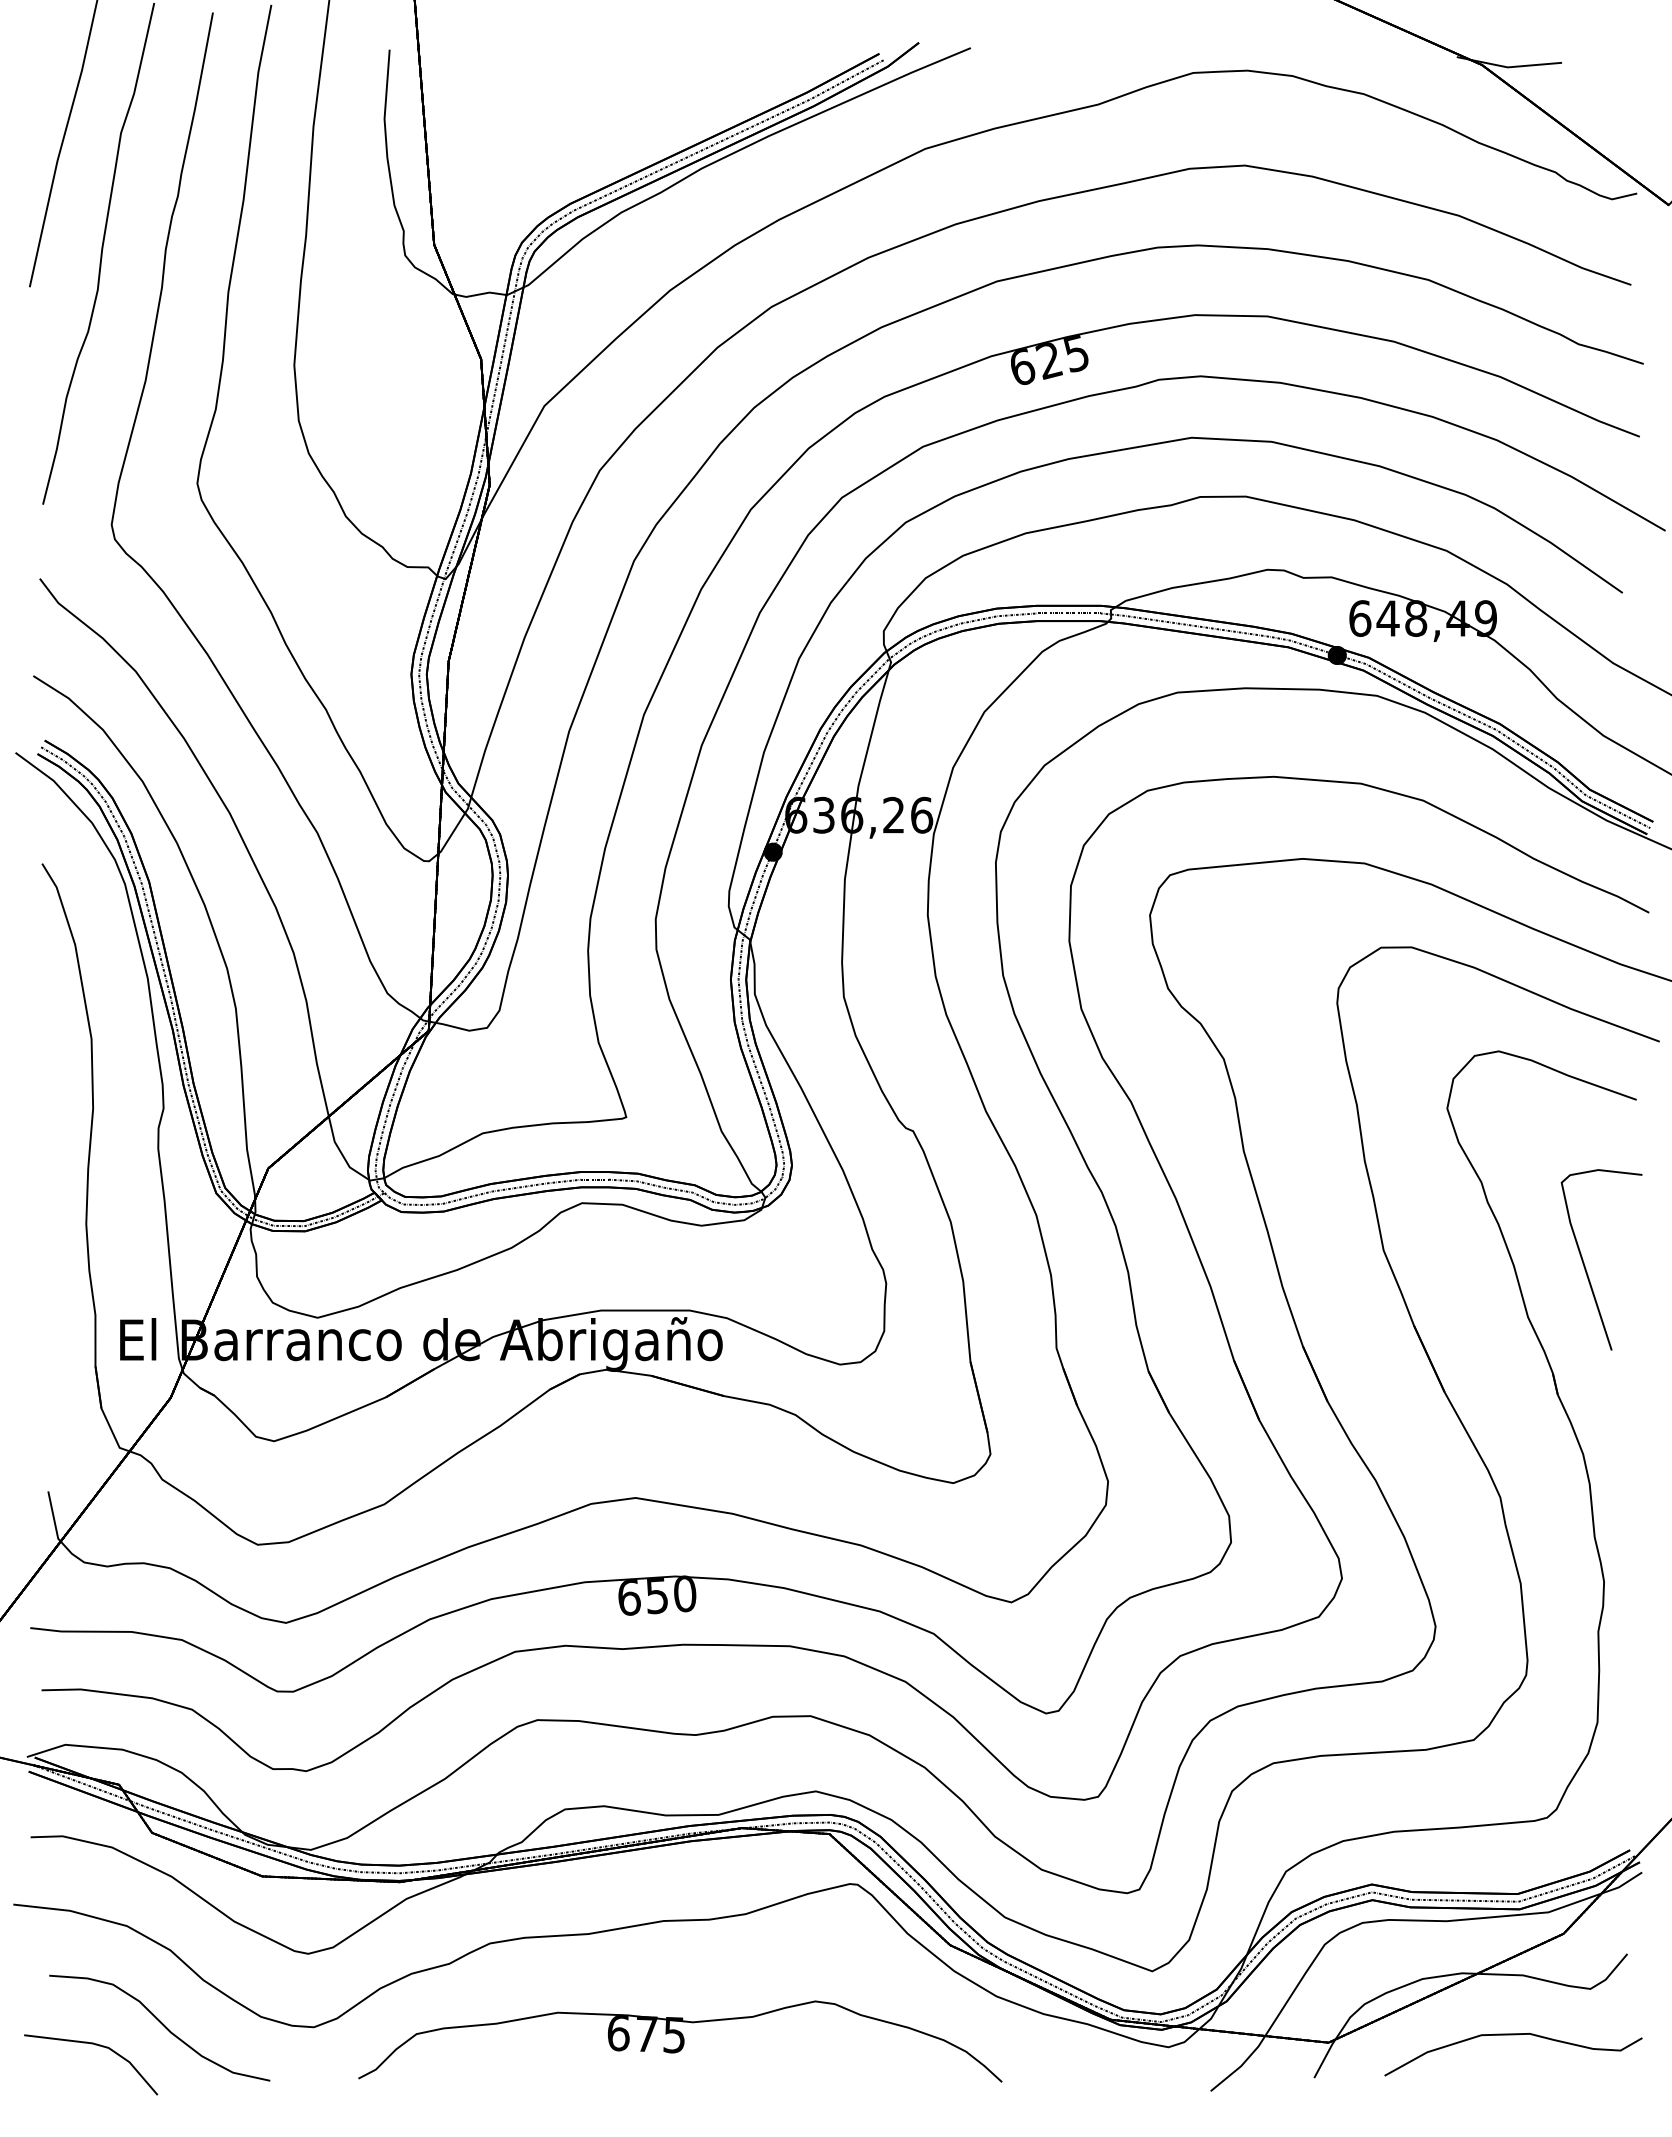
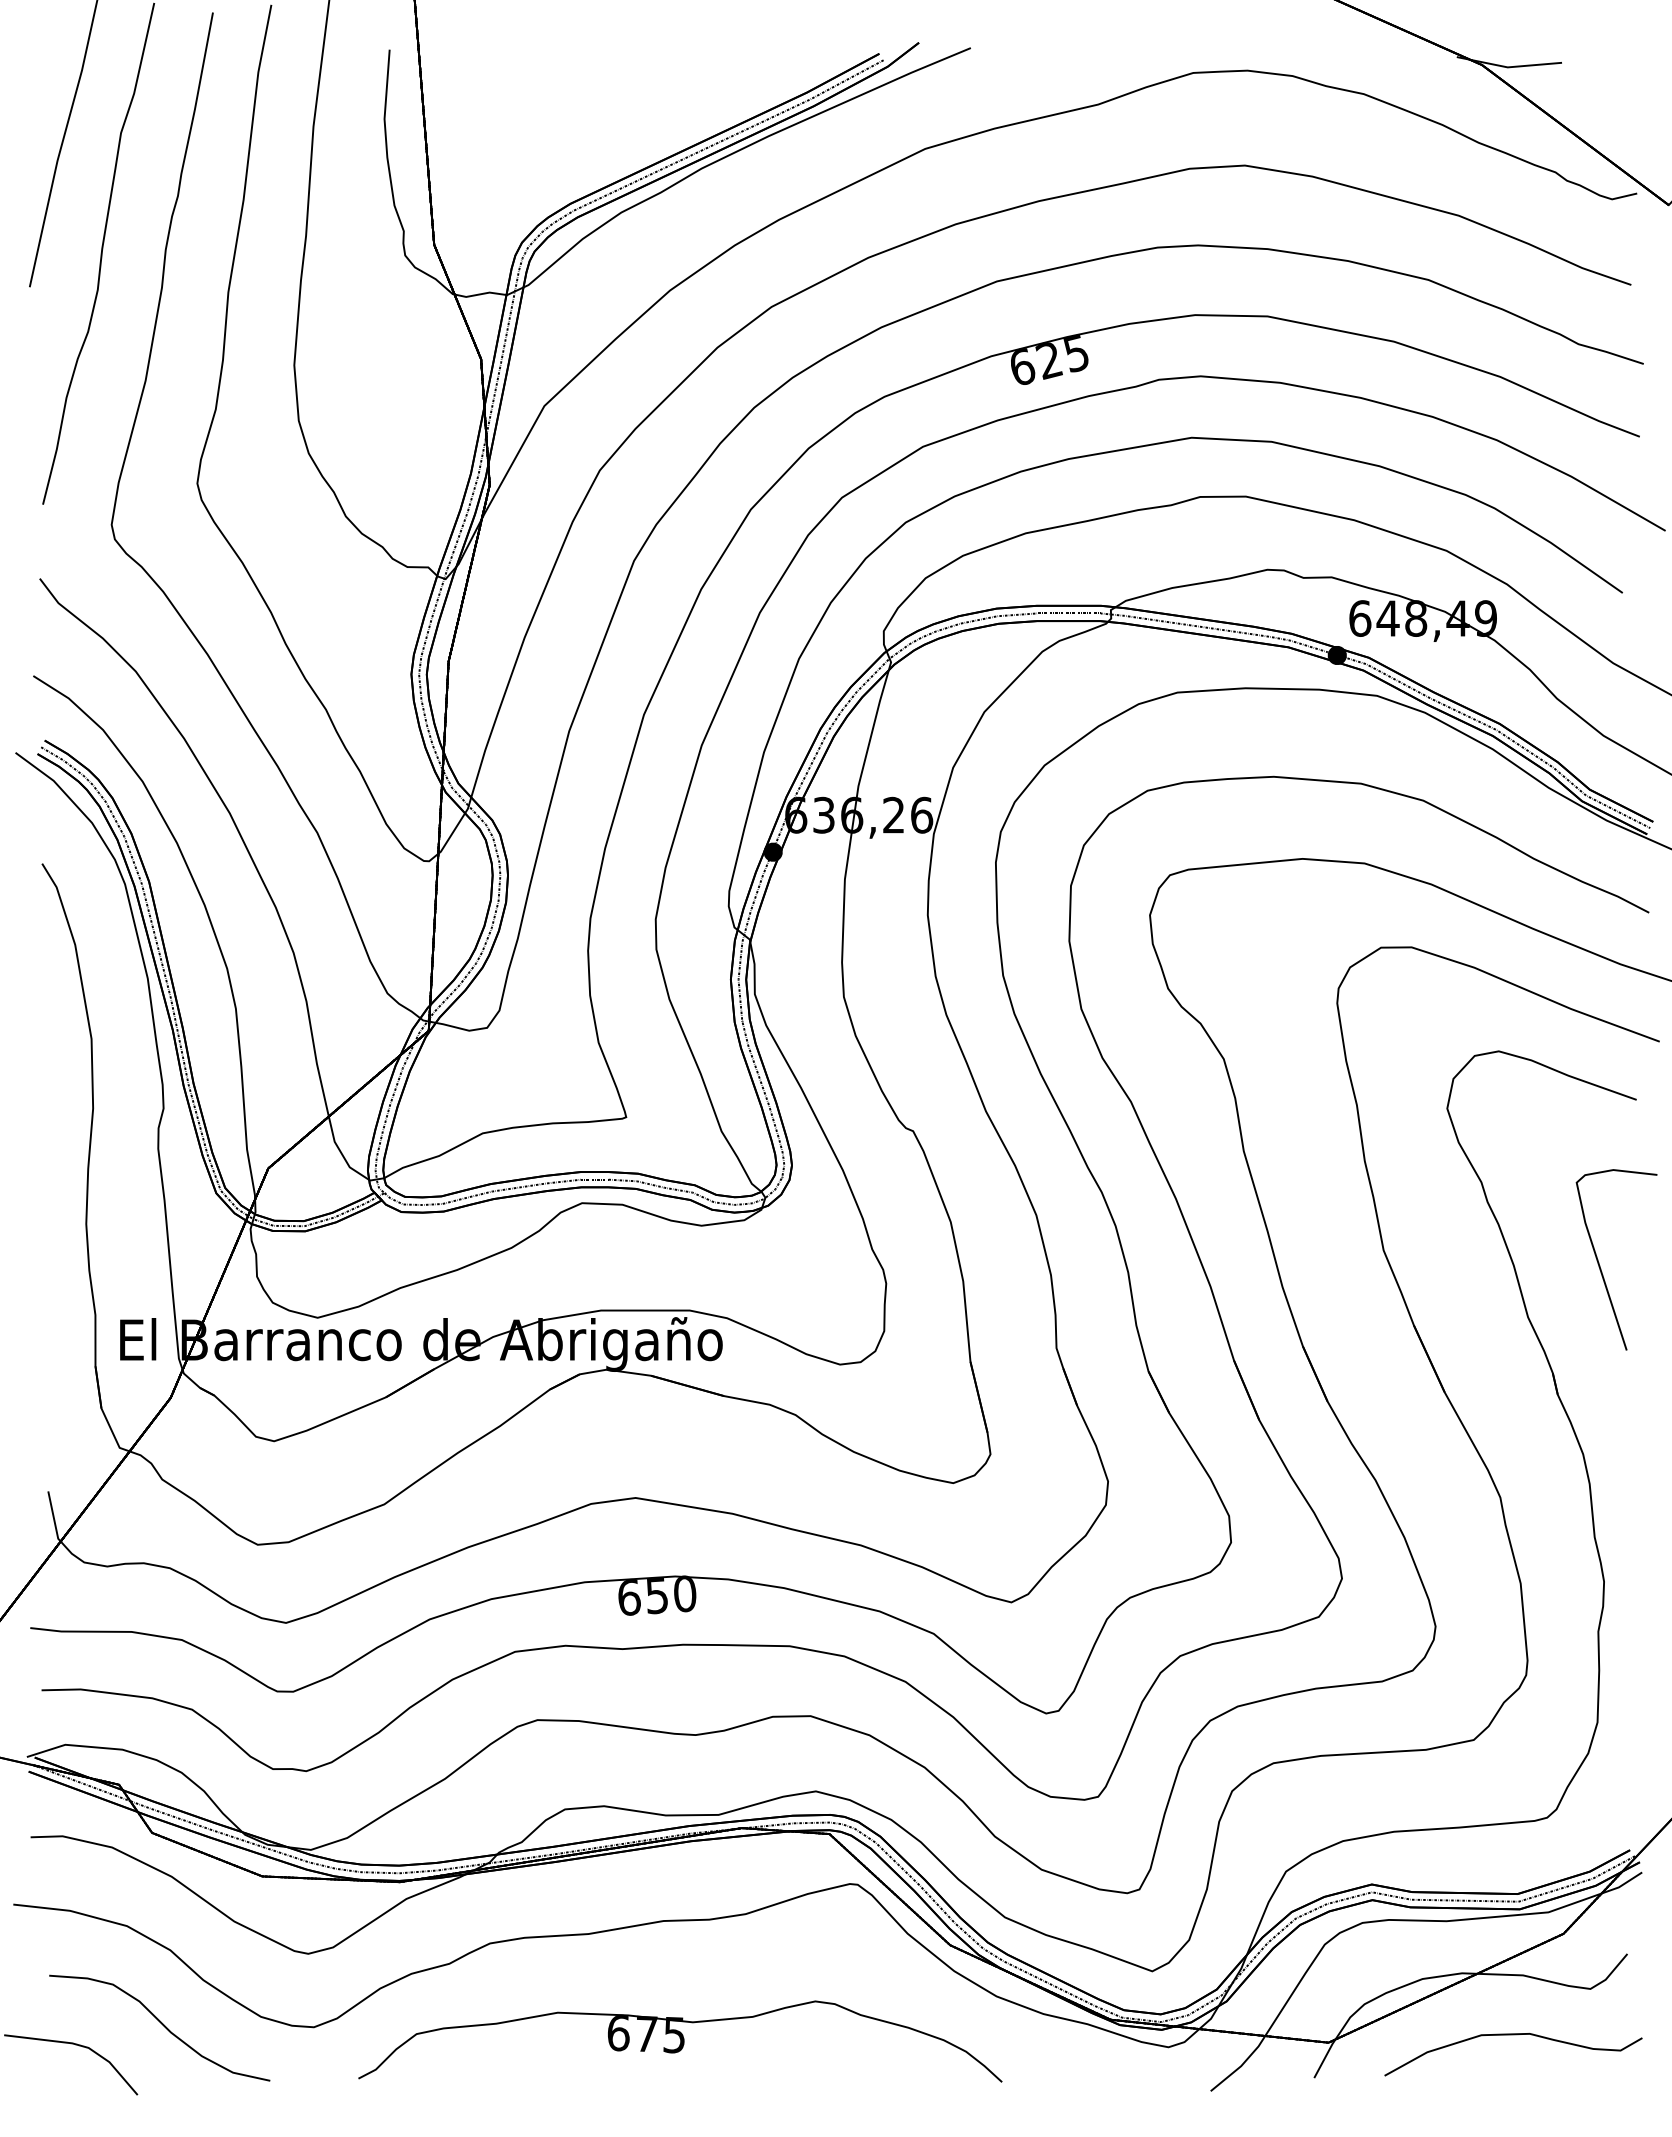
curve at (1585, 1265) position: (1585, 1265) -> (1600, 1265)
line at (95, 2045) position: (95, 2045) -> (75, 2045)
